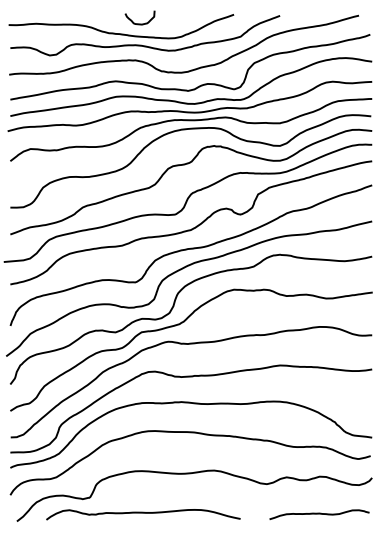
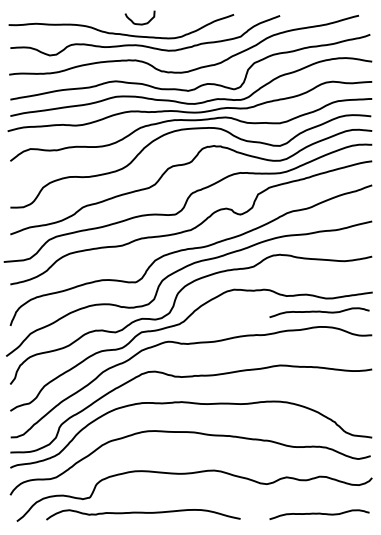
curve at (319, 312): none -> present
